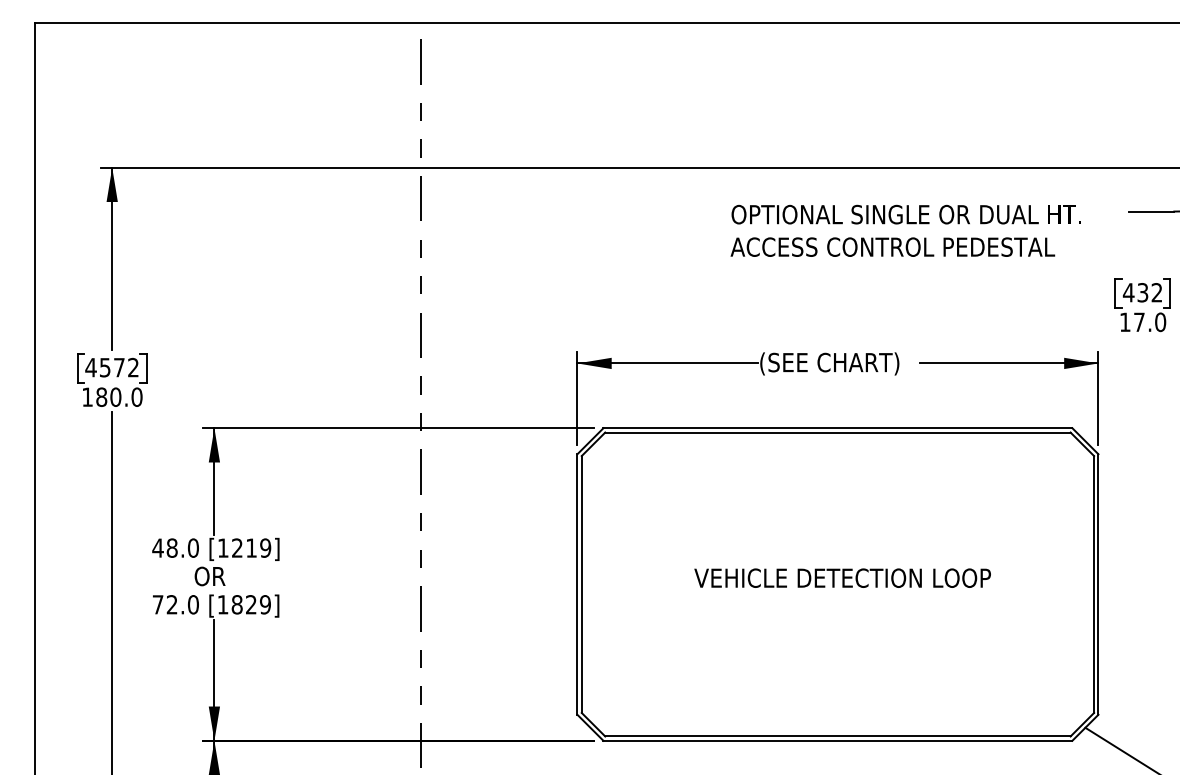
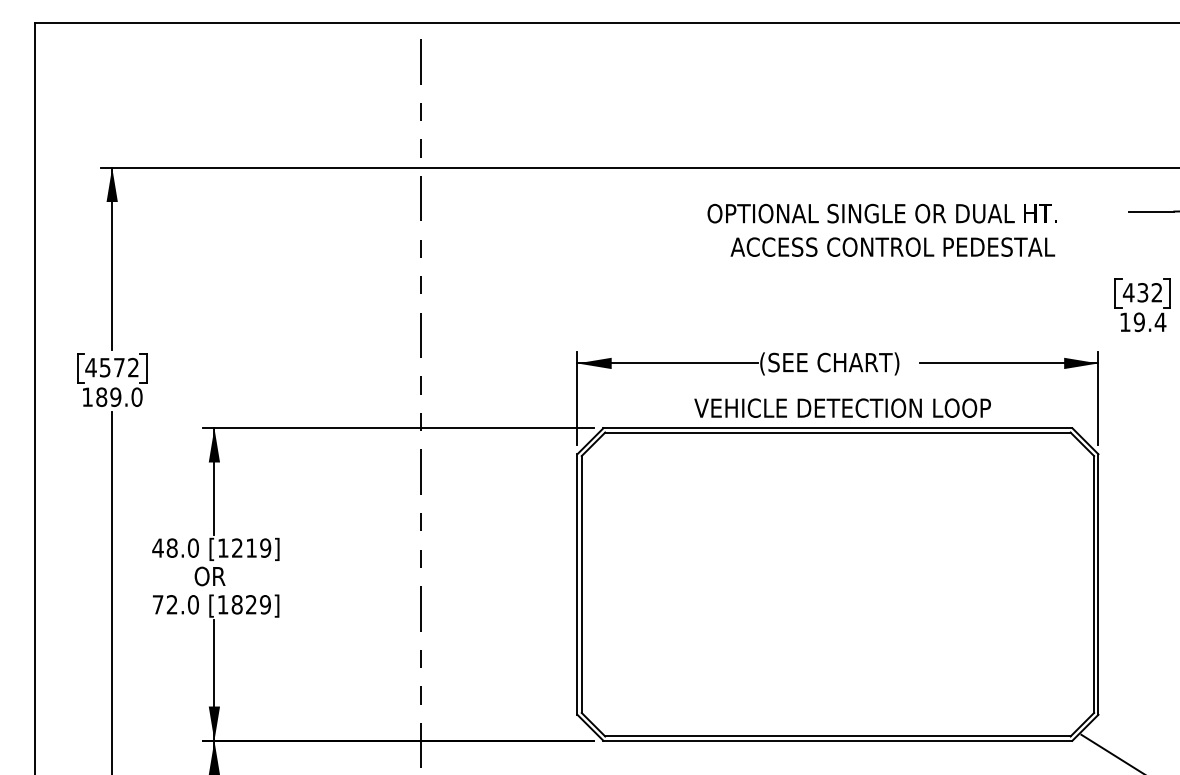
text at (905, 214) position: (905, 214) -> (881, 213)
text at (1149, 322): 17.0 -> 19.4
text at (115, 396): 180.0 -> 189.0
text at (842, 577) position: (842, 577) -> (842, 407)
line at (1120, 749) position: (1120, 749) -> (1110, 752)
